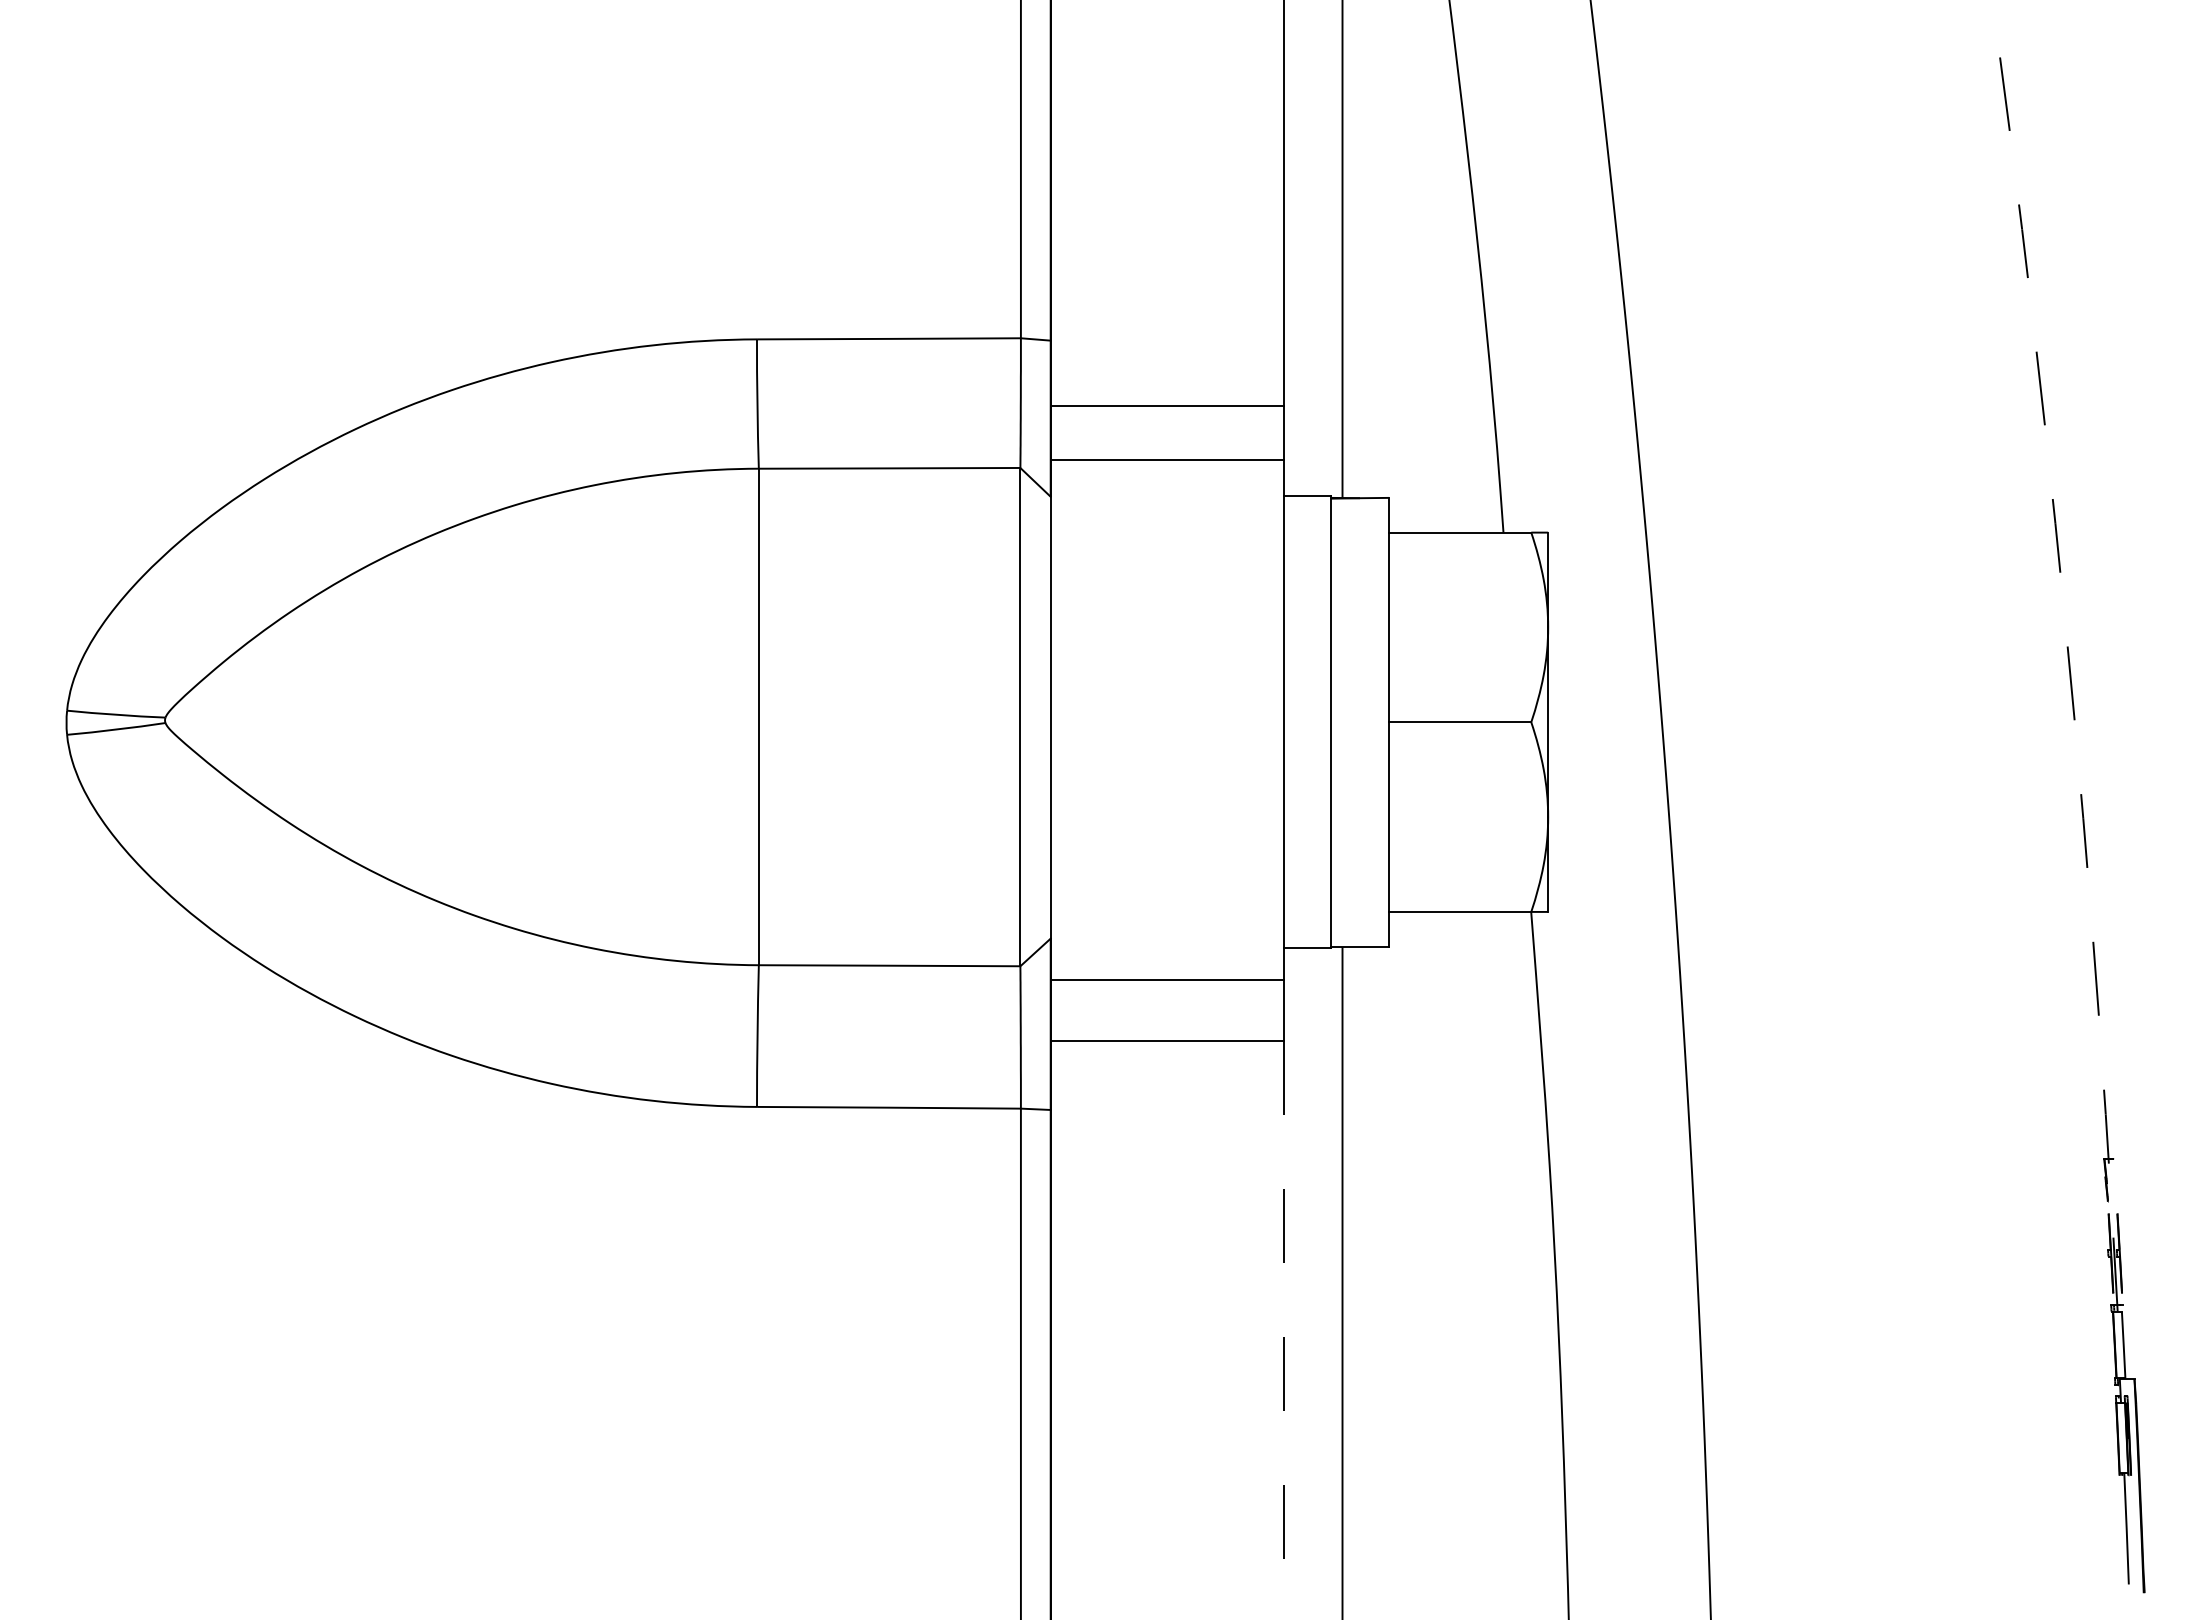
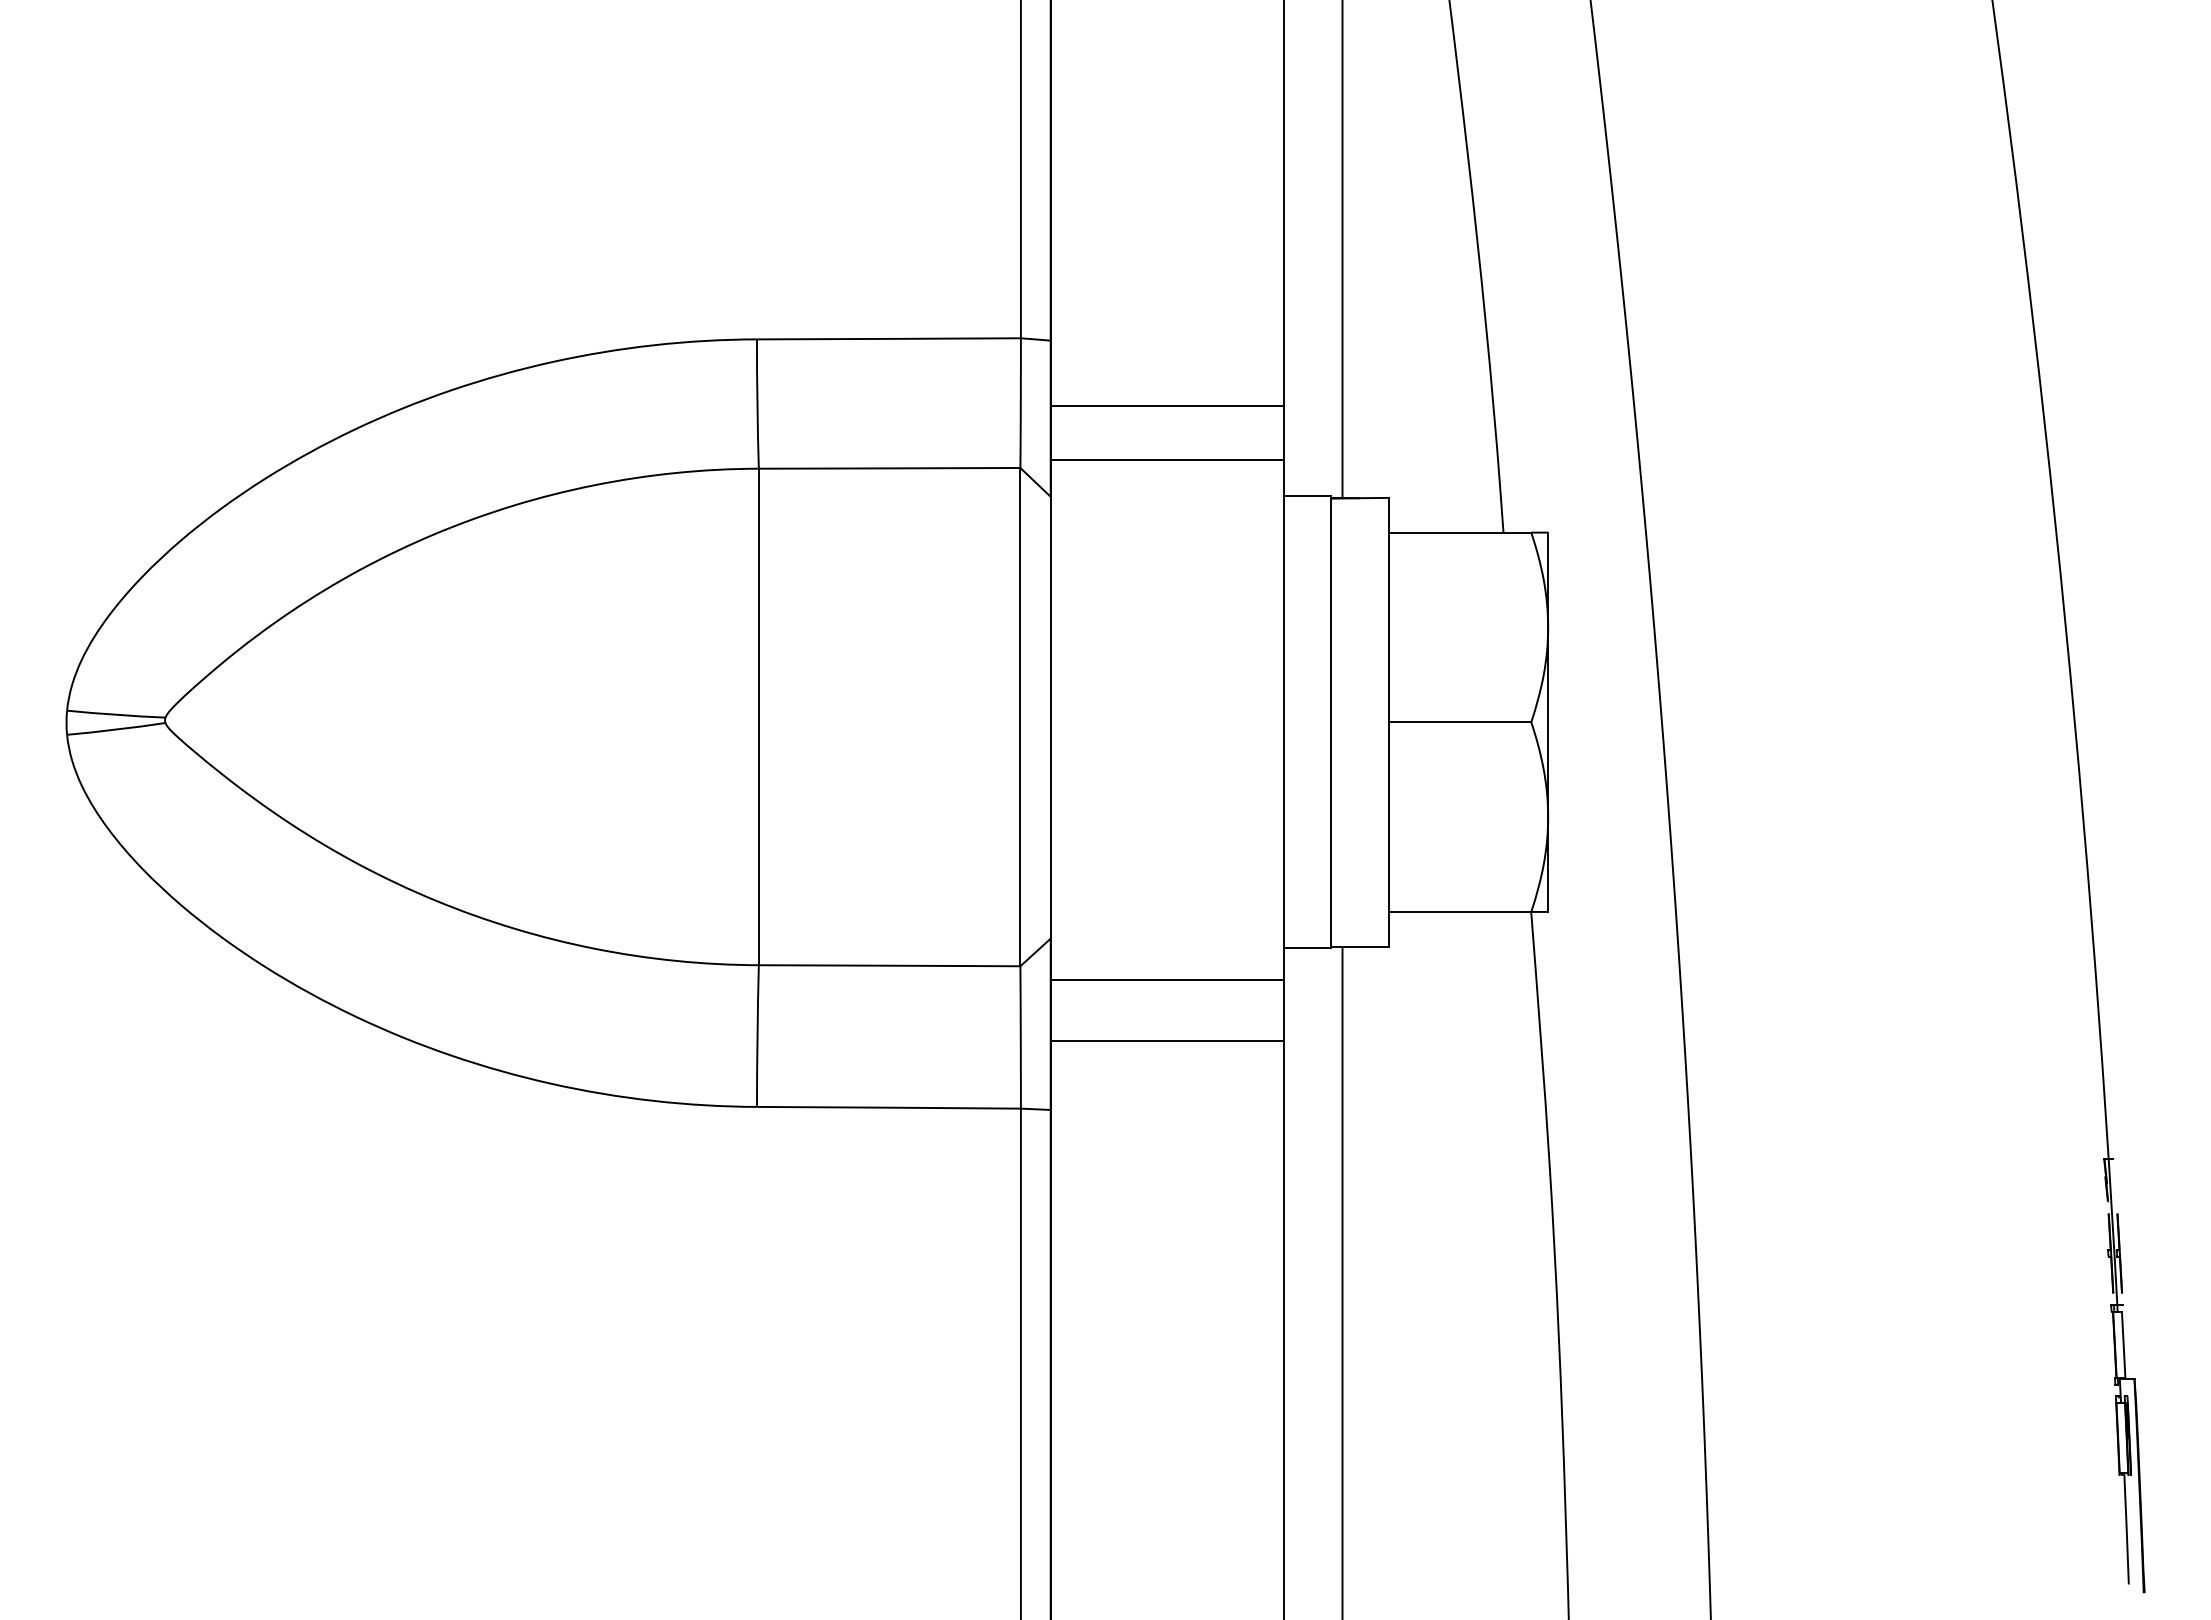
arc at (2068, 653): dashed -> solid
line at (1284, 1330): dashed -> solid
